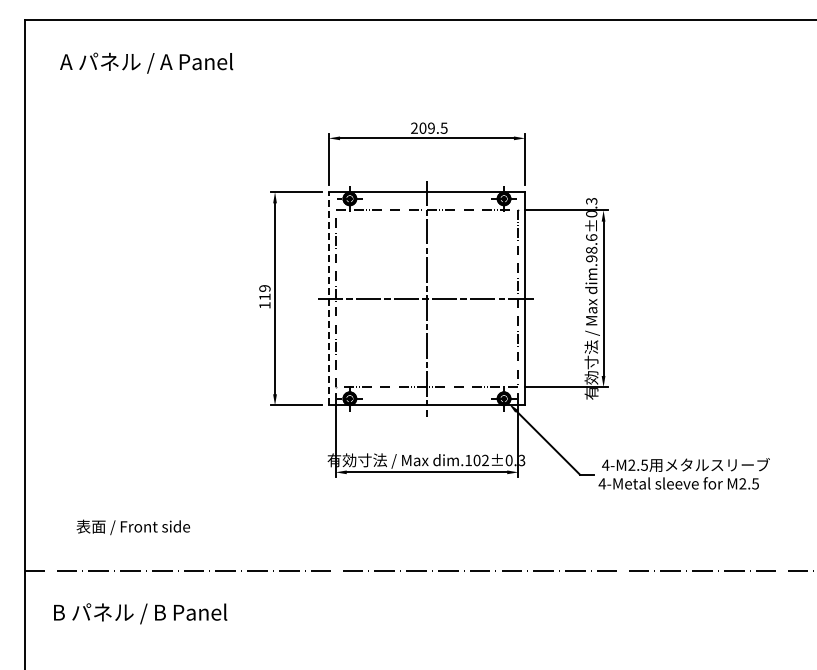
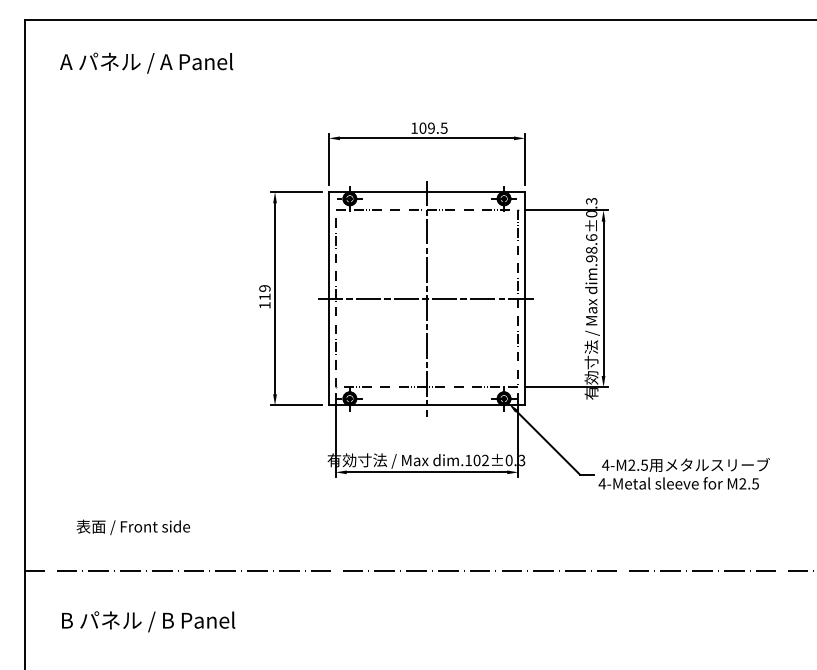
text at (414, 127): 209.5 -> 109.5
line at (328, 298): dashed -> solid
text at (140, 613) position: (140, 613) -> (148, 621)
